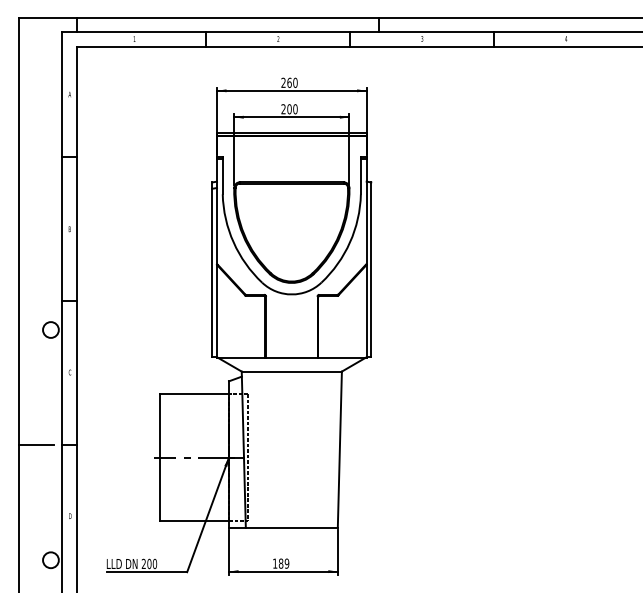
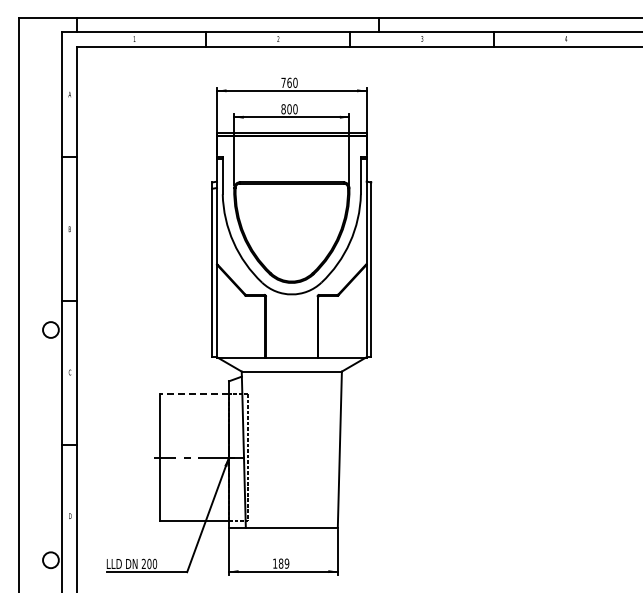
text at (283, 82): 260 -> 760
text at (283, 109): 200 -> 800
line at (194, 394): solid -> dashed
line at (36, 445): present -> none
